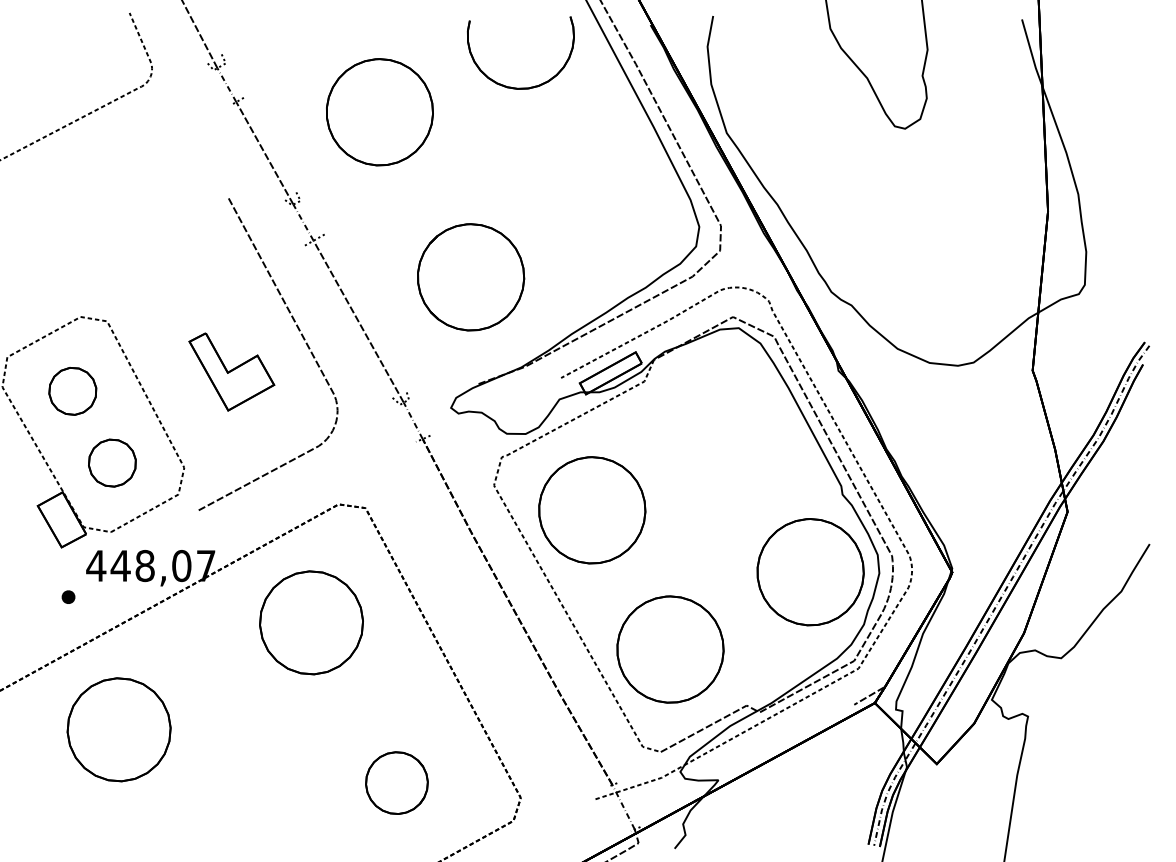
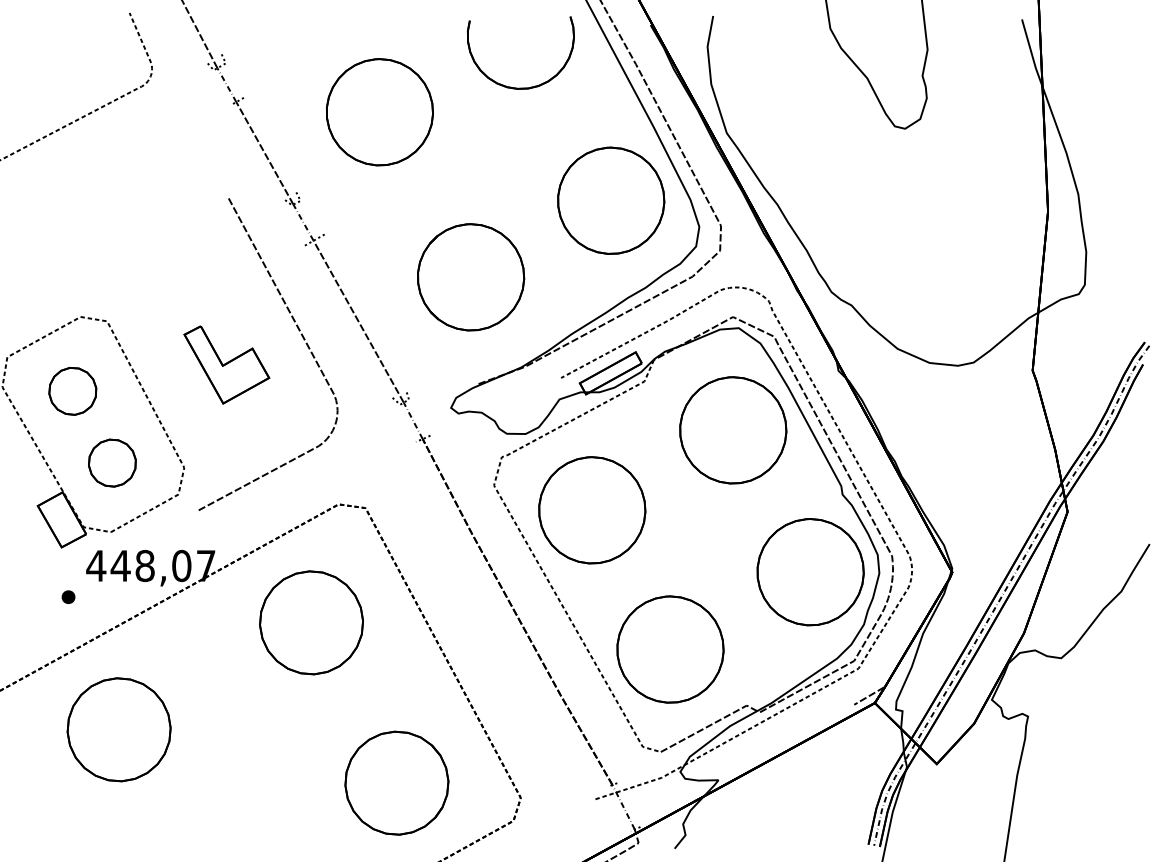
part at (611, 200): none -> present
part at (231, 371) position: (231, 371) -> (226, 364)
part at (733, 430): none -> present
part at (396, 782) size: 64x64 px -> 106x106 px
